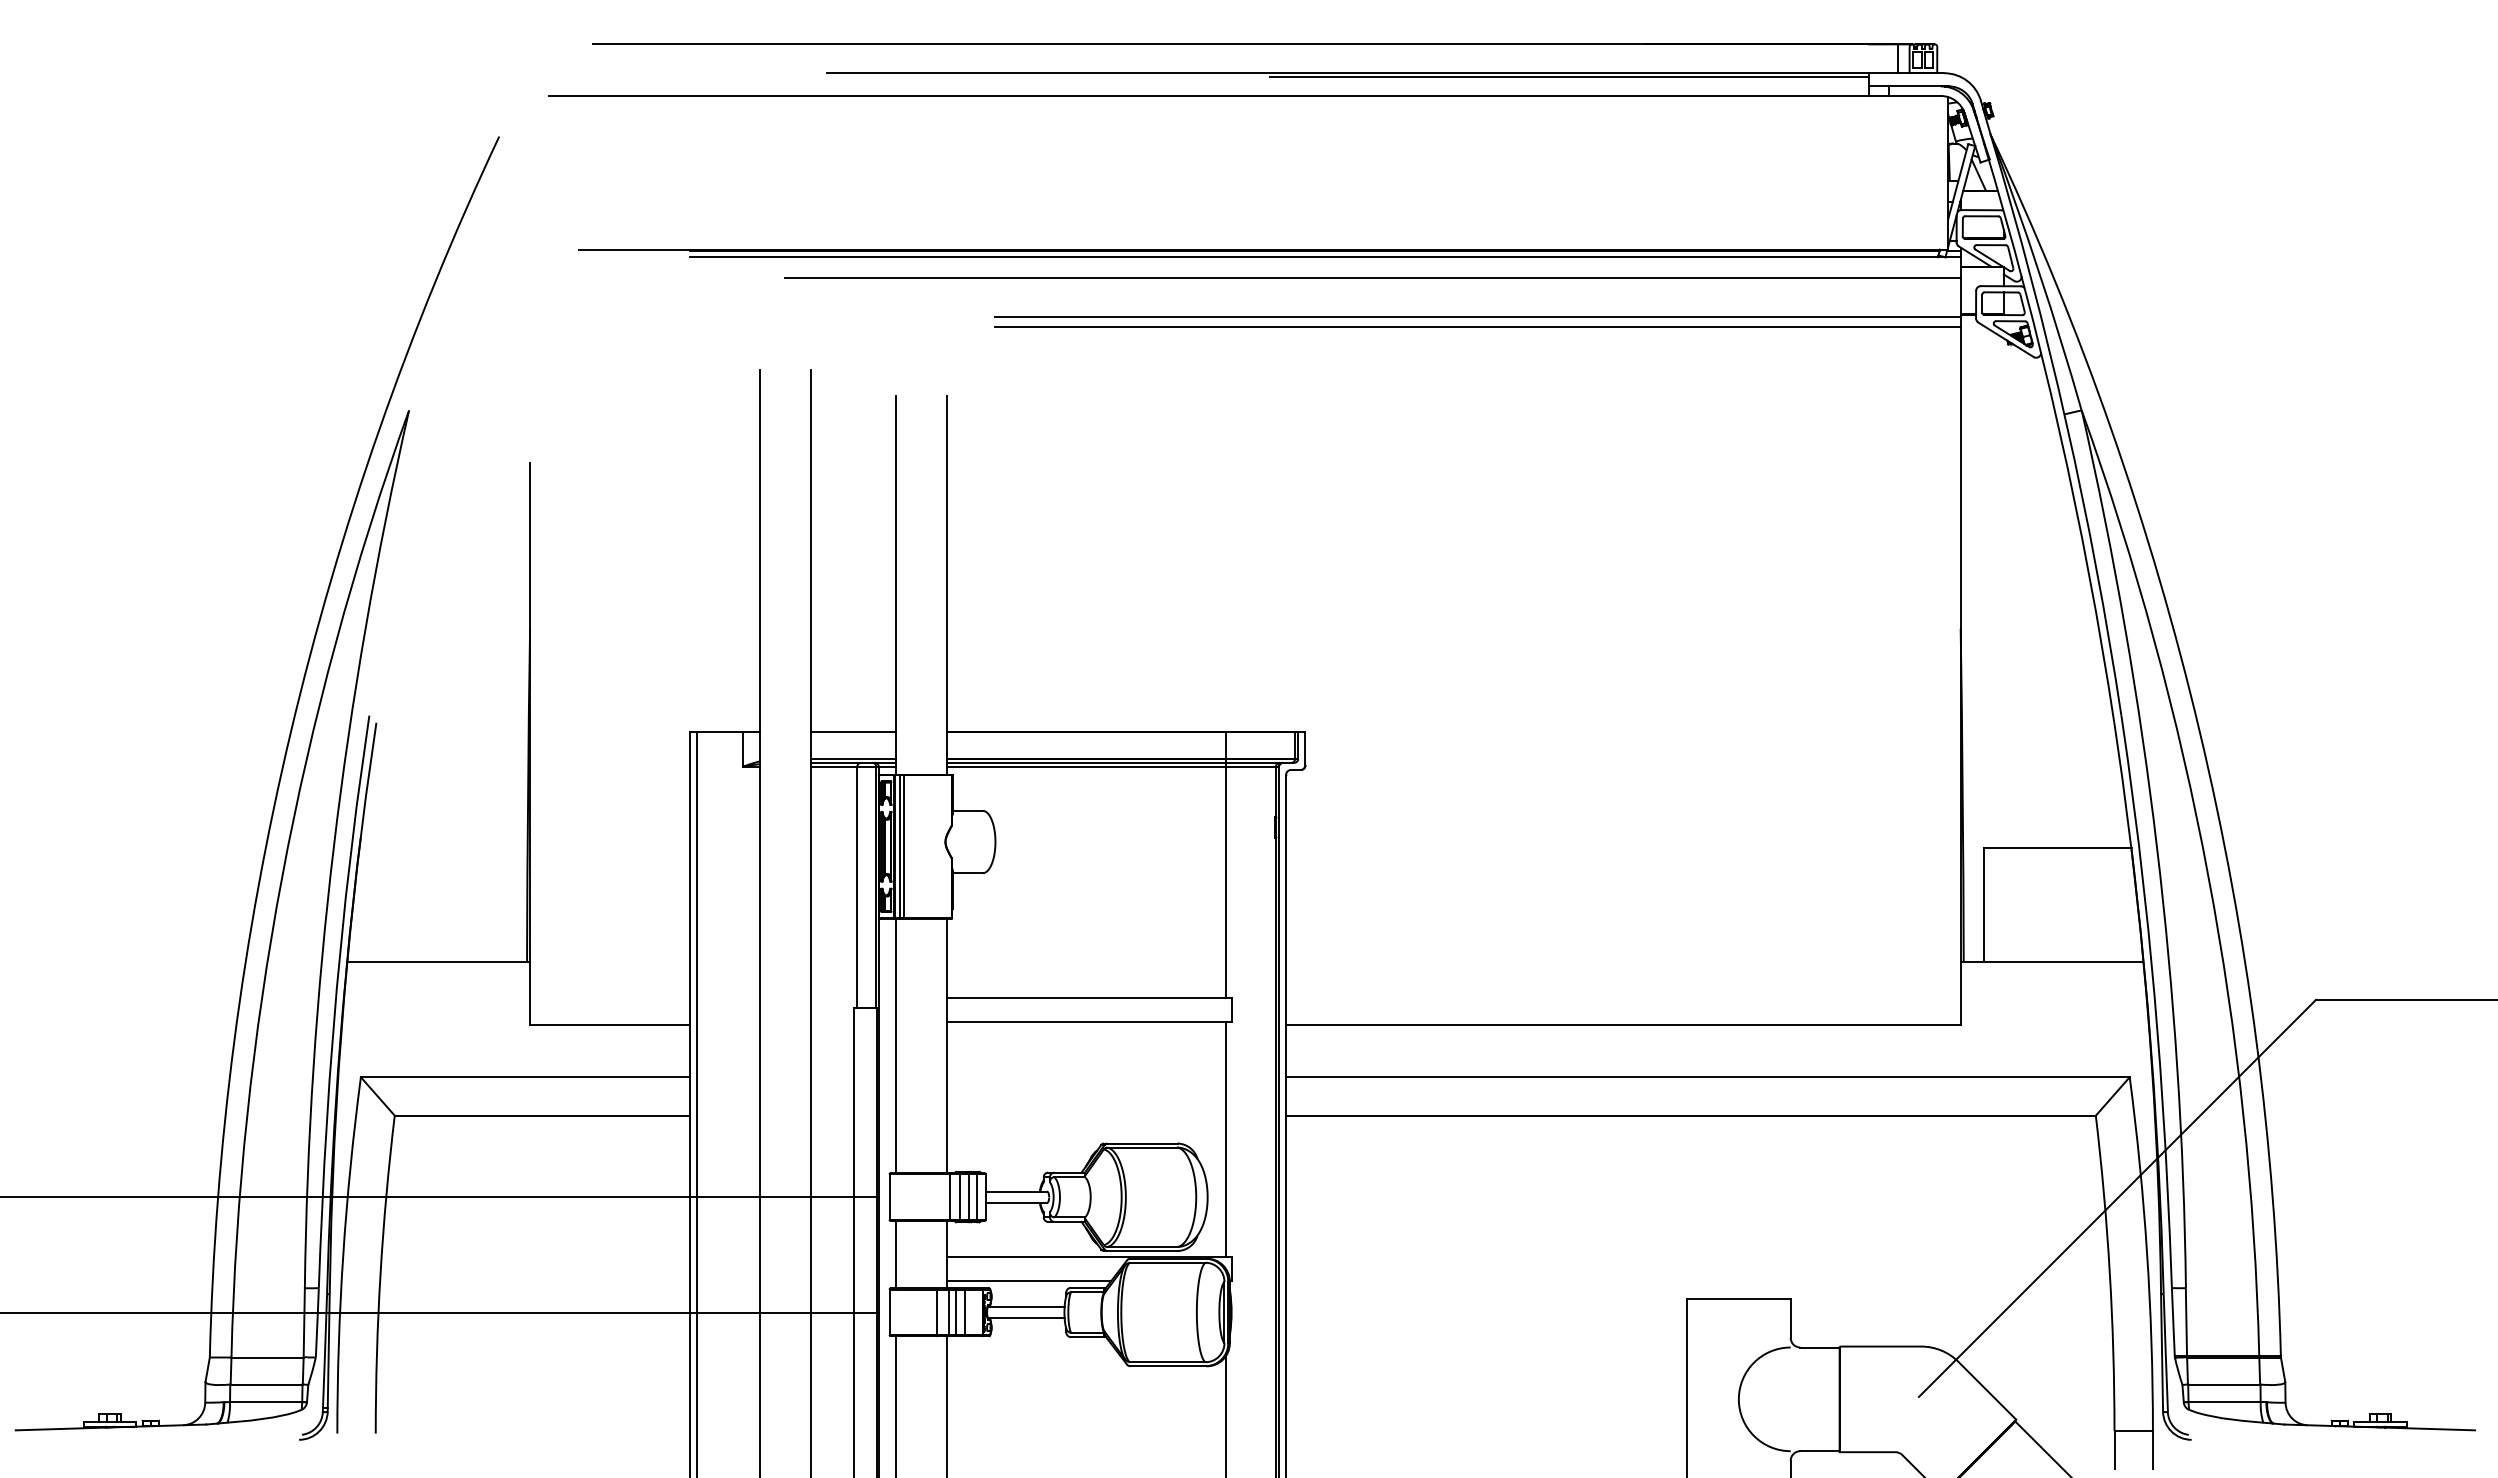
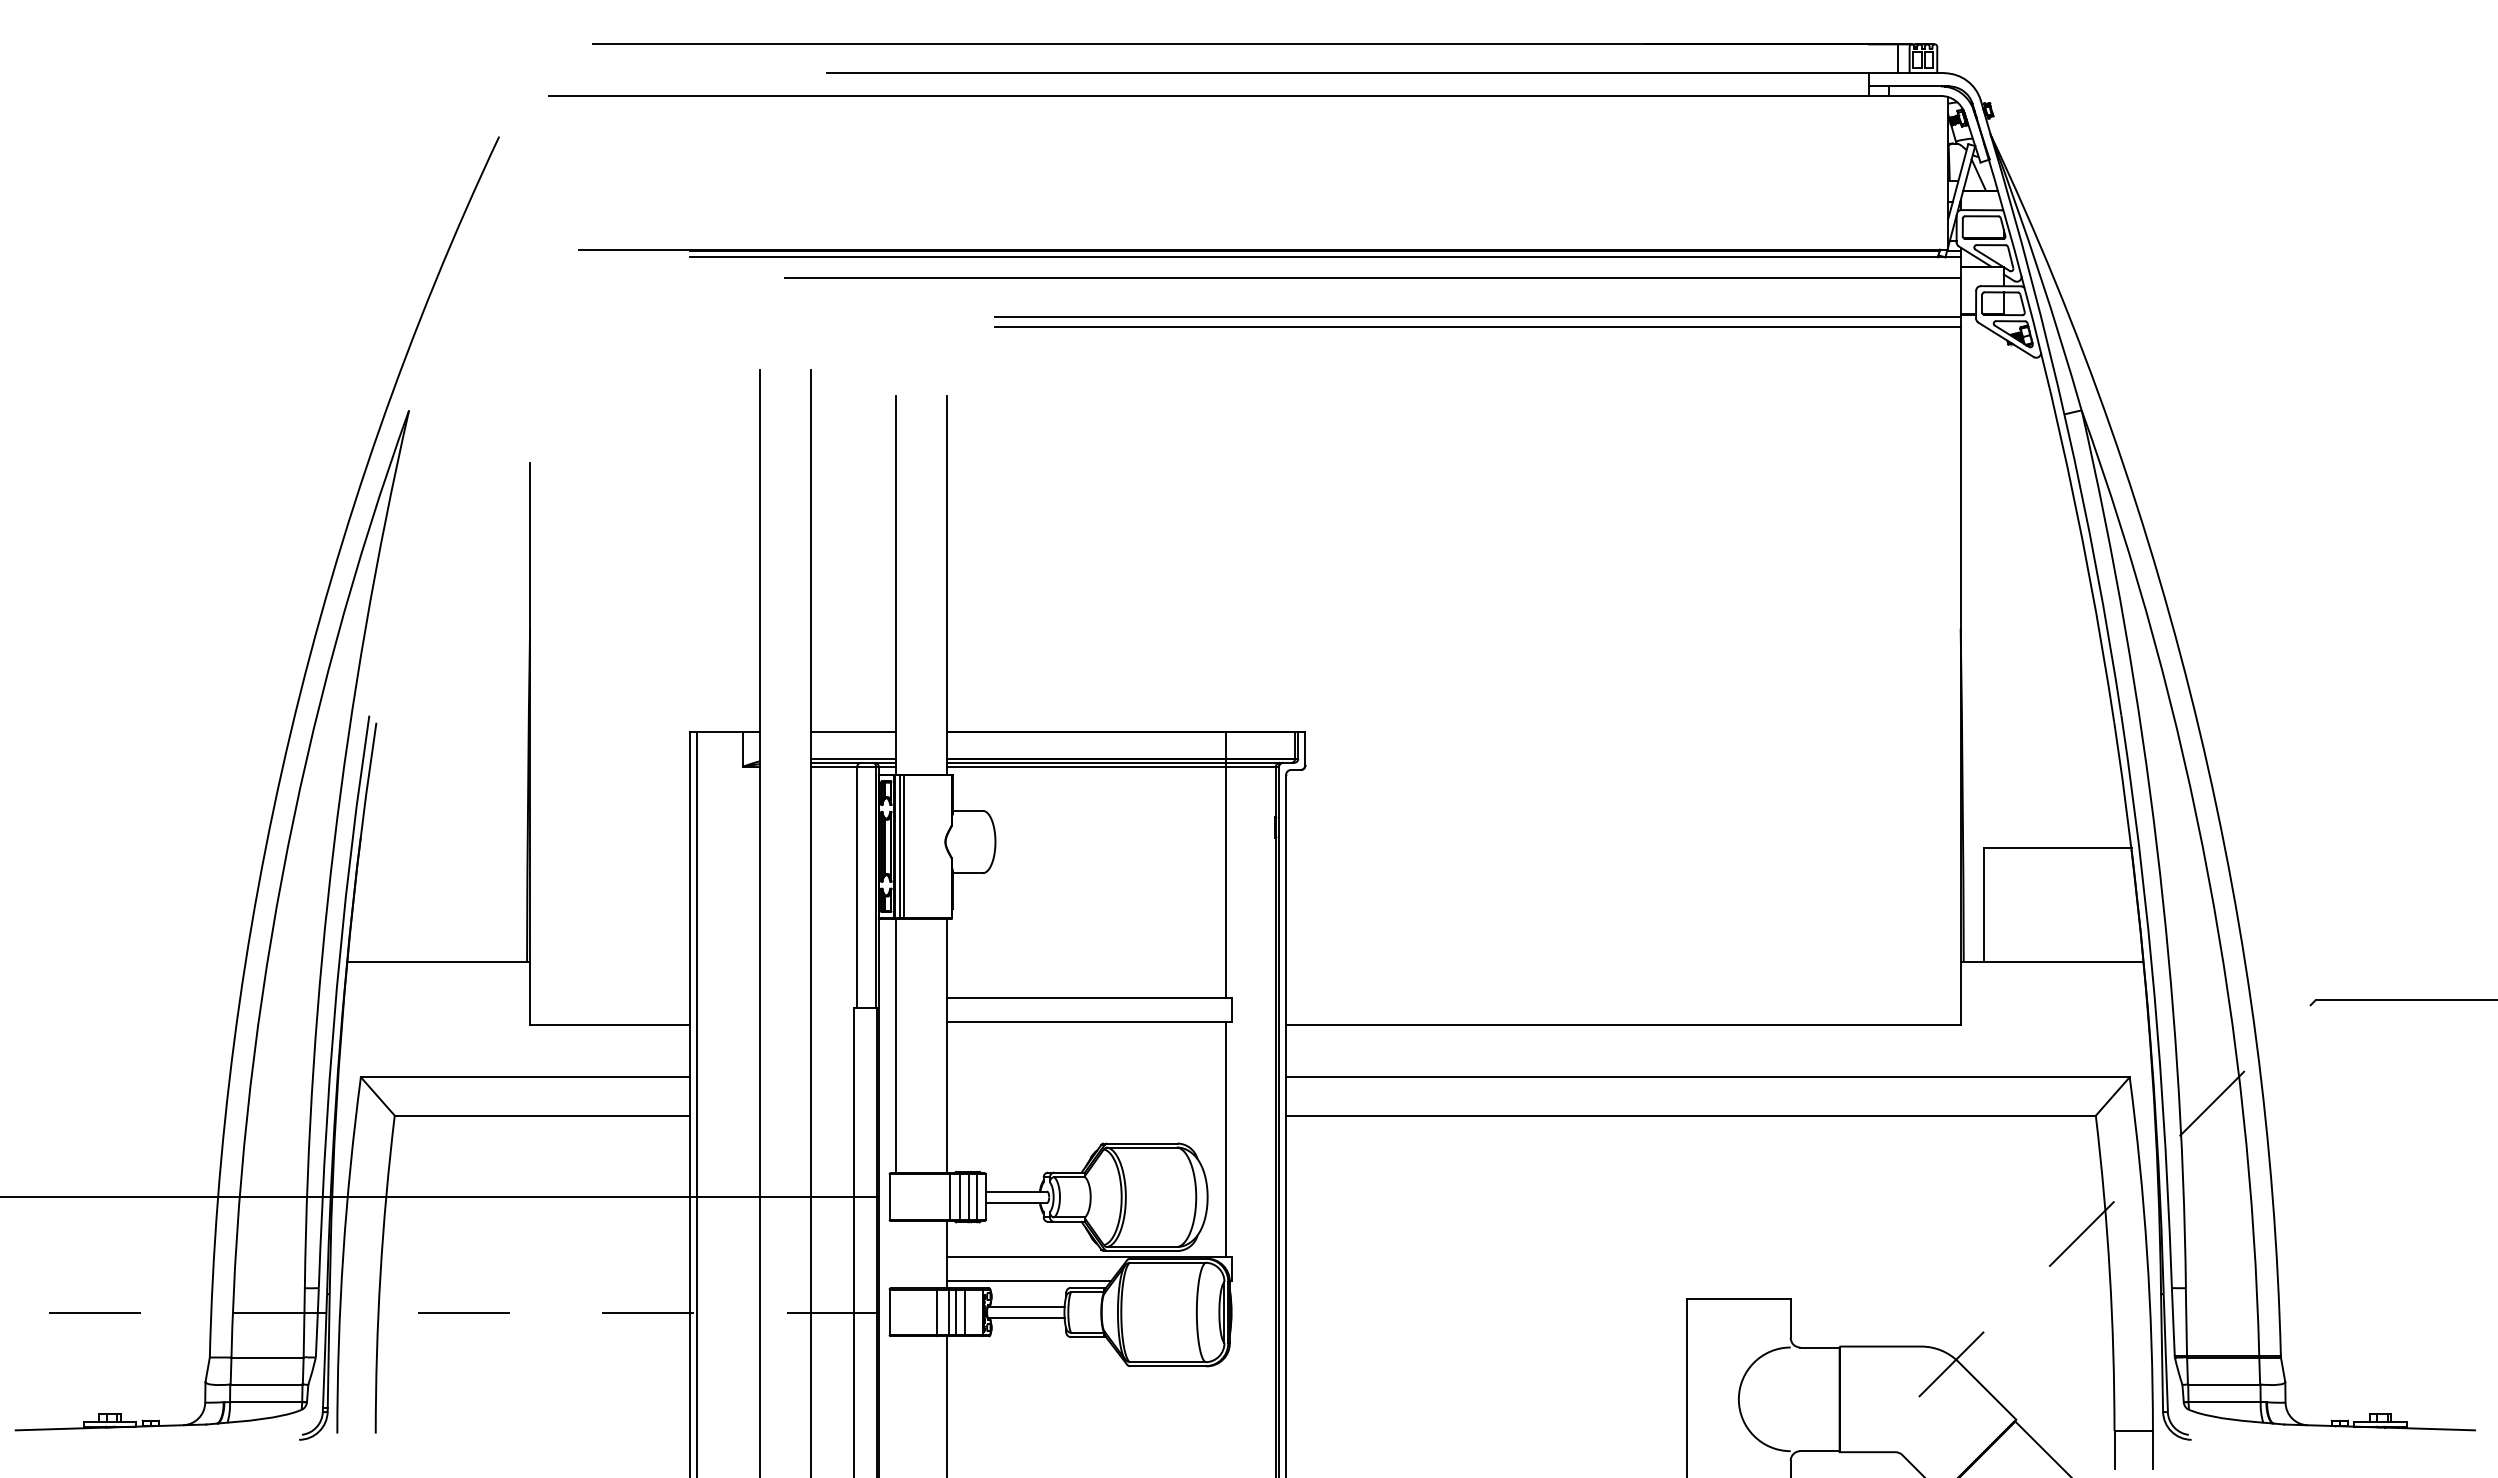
line at (1569, 76): present -> none
line at (2117, 1198): solid -> dashed
line at (896, 1254): present -> none
line at (438, 1313): solid -> dashed
line at (896, 1405): present -> none
line at (1225, 1415): present -> none
